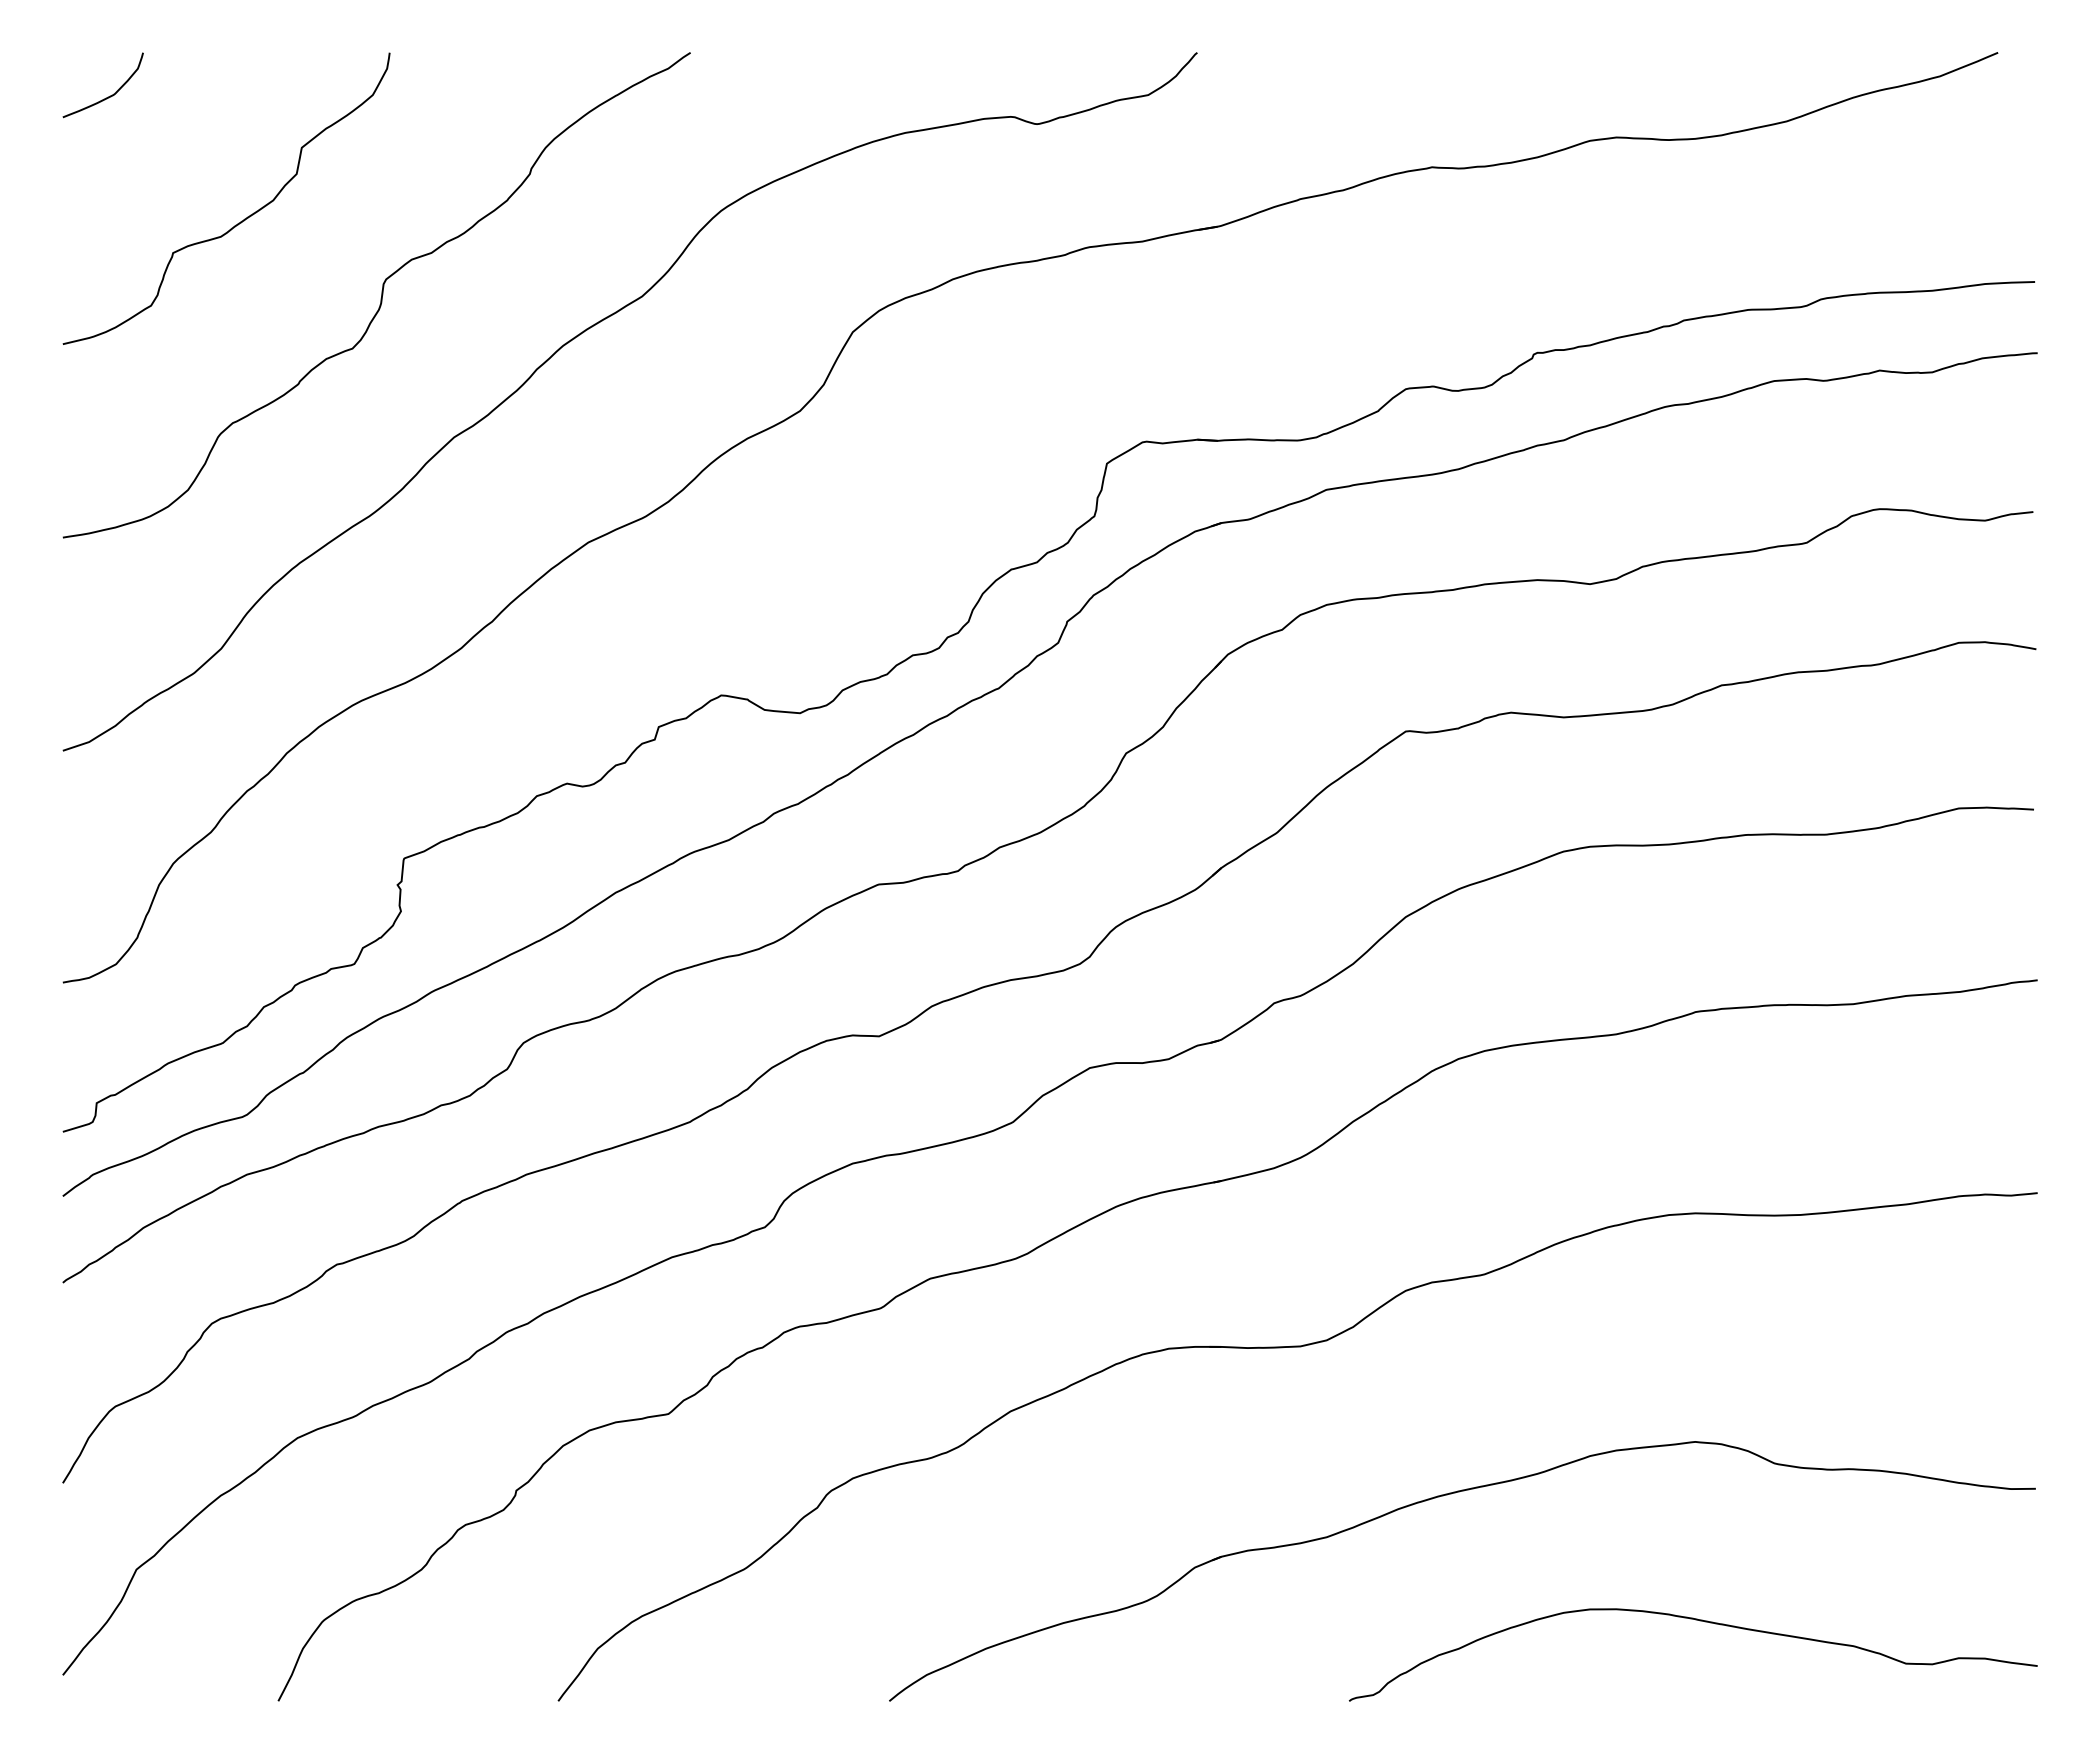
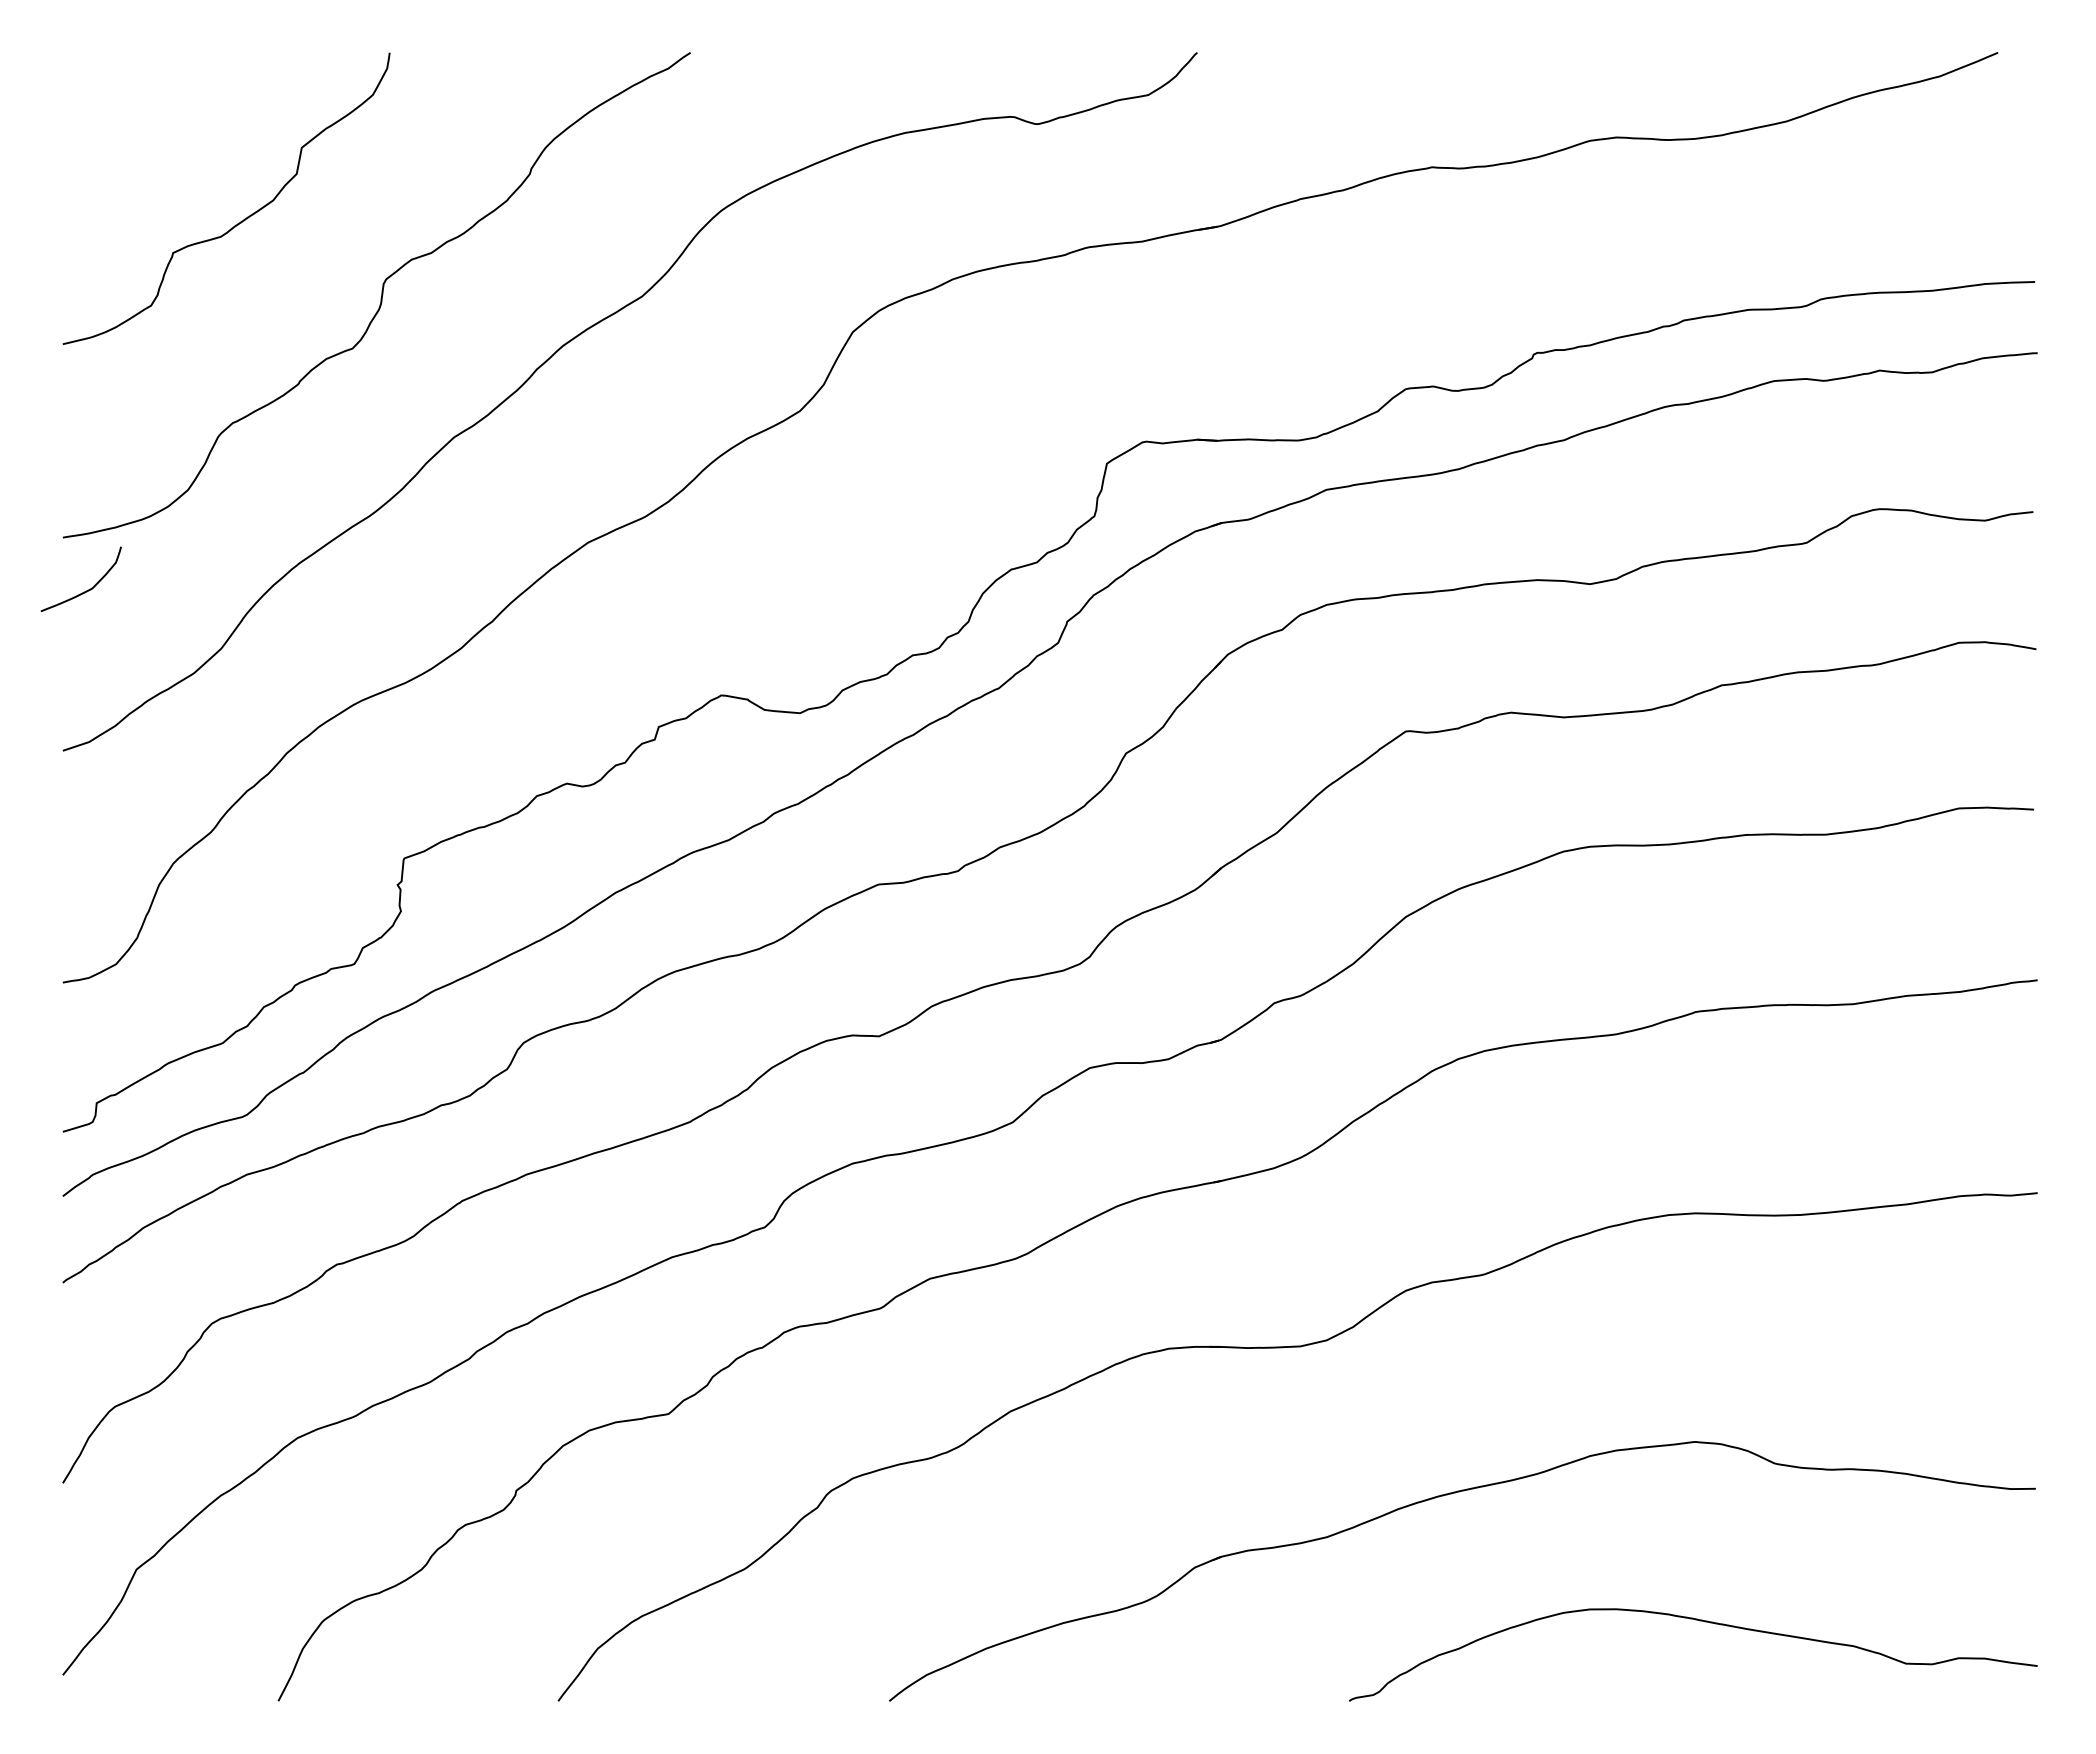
curve at (108, 96) position: (108, 96) -> (86, 590)
